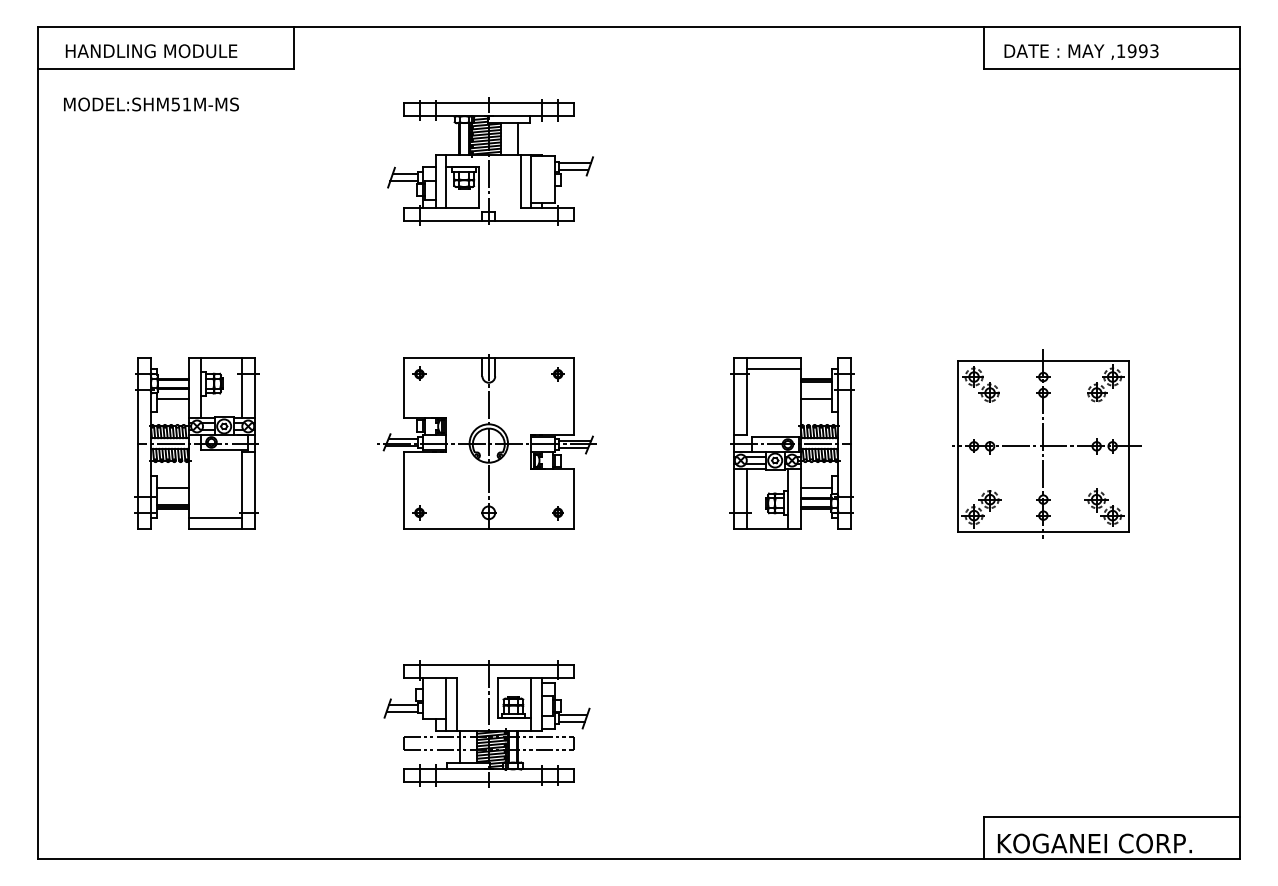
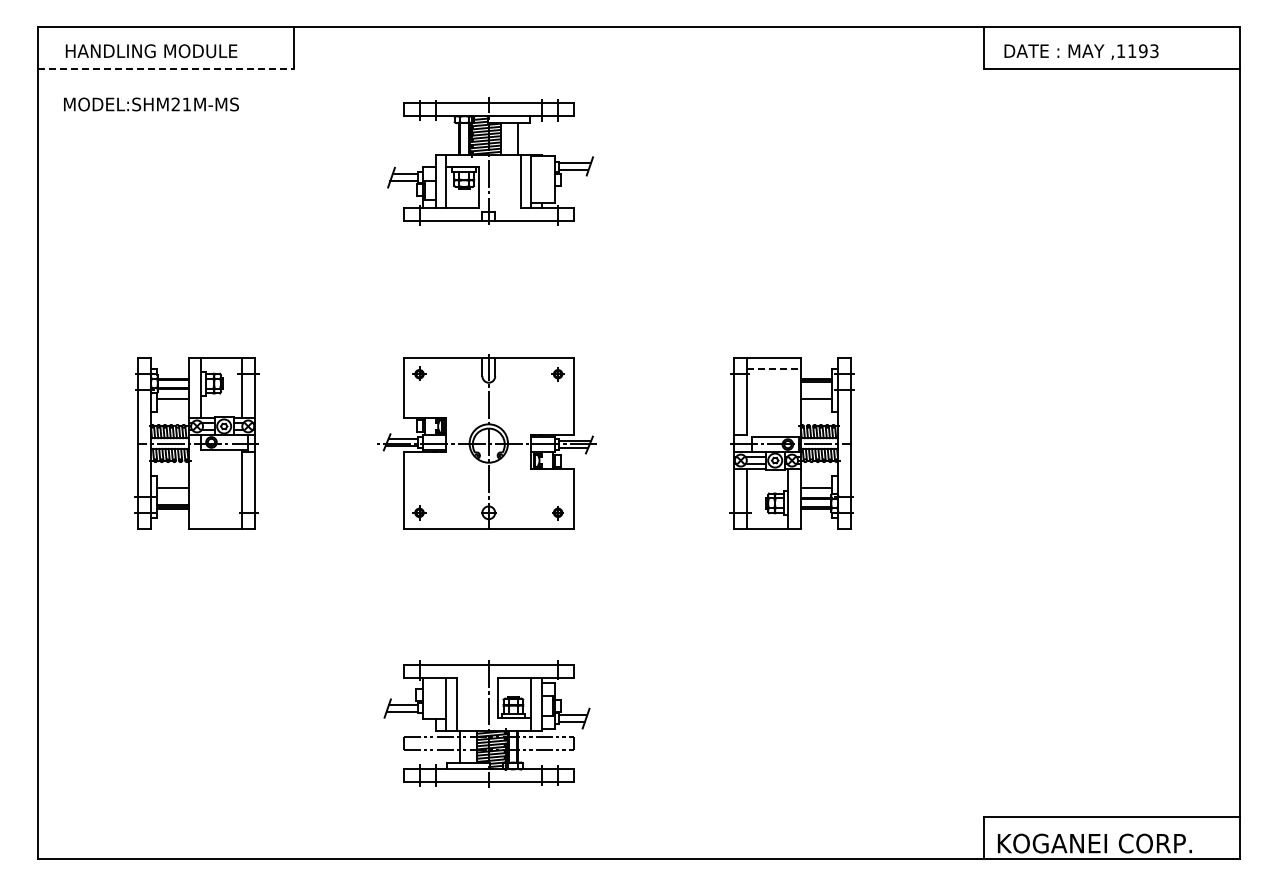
text at (1131, 51): ,1993 -> ,1193
line at (166, 69): solid -> dashed
text at (175, 104): MODEL:SHM51M-MS -> MODEL:SHM21M-MS
line at (773, 368): solid -> dashed
part at (1046, 443): present -> none
line at (214, 518): present -> none
